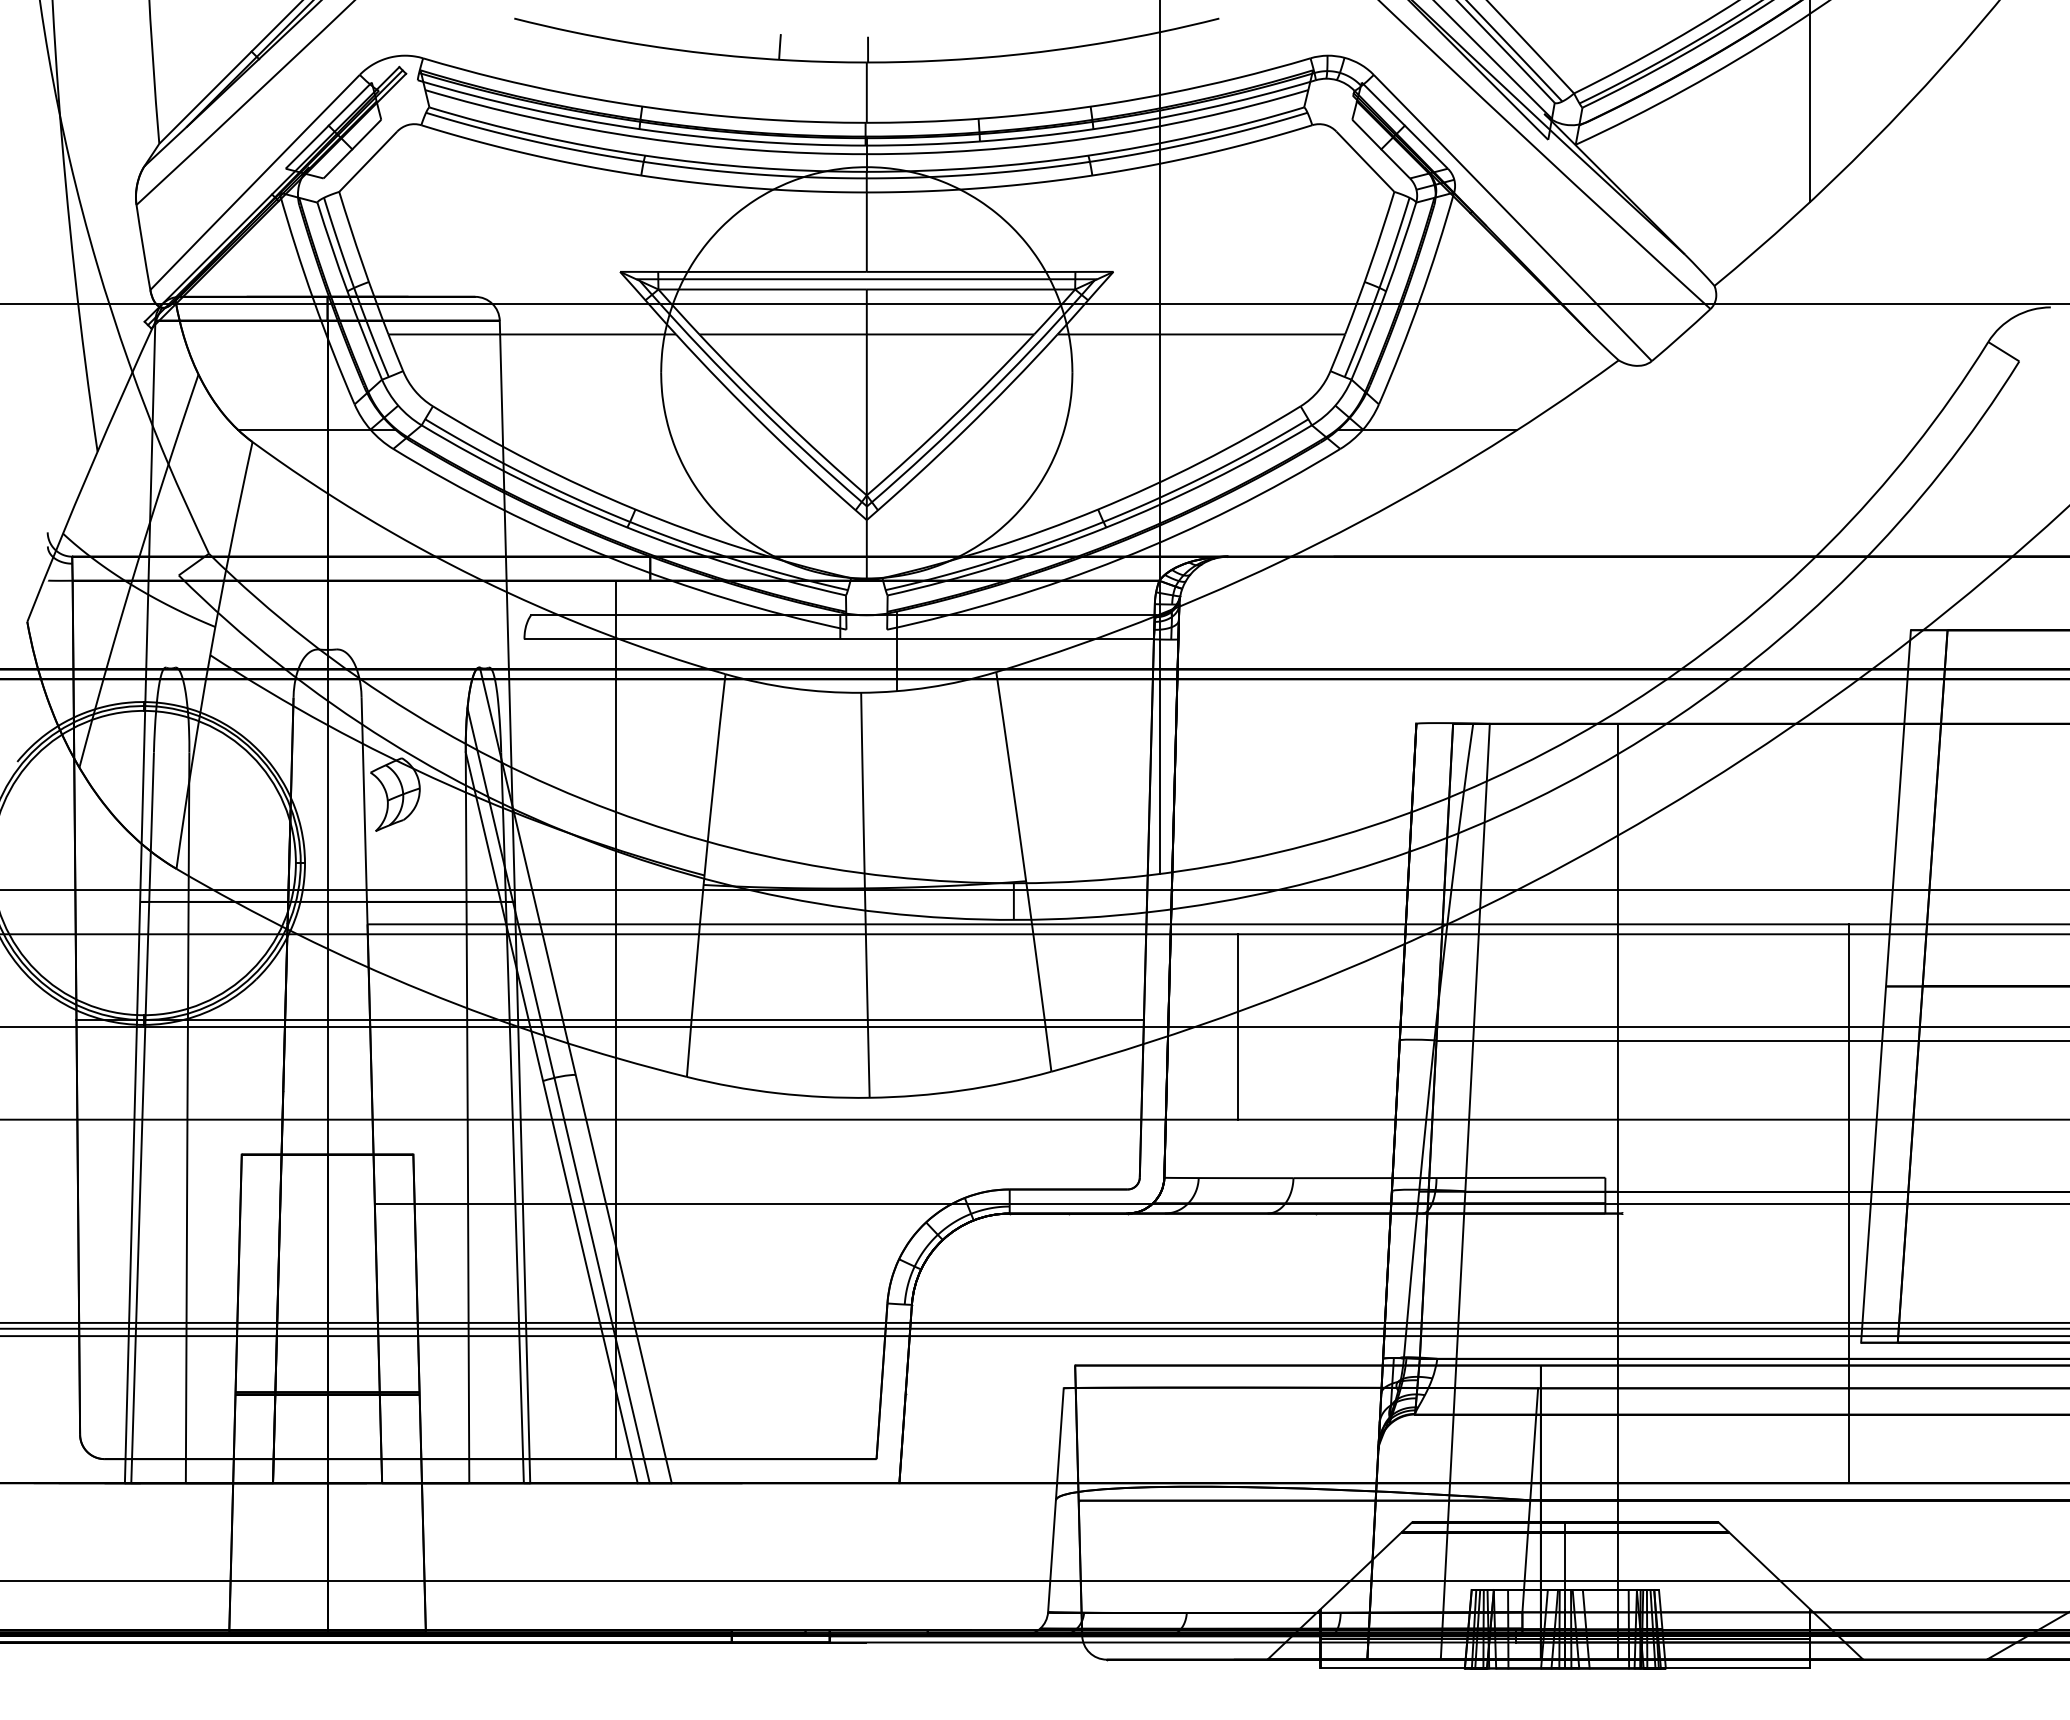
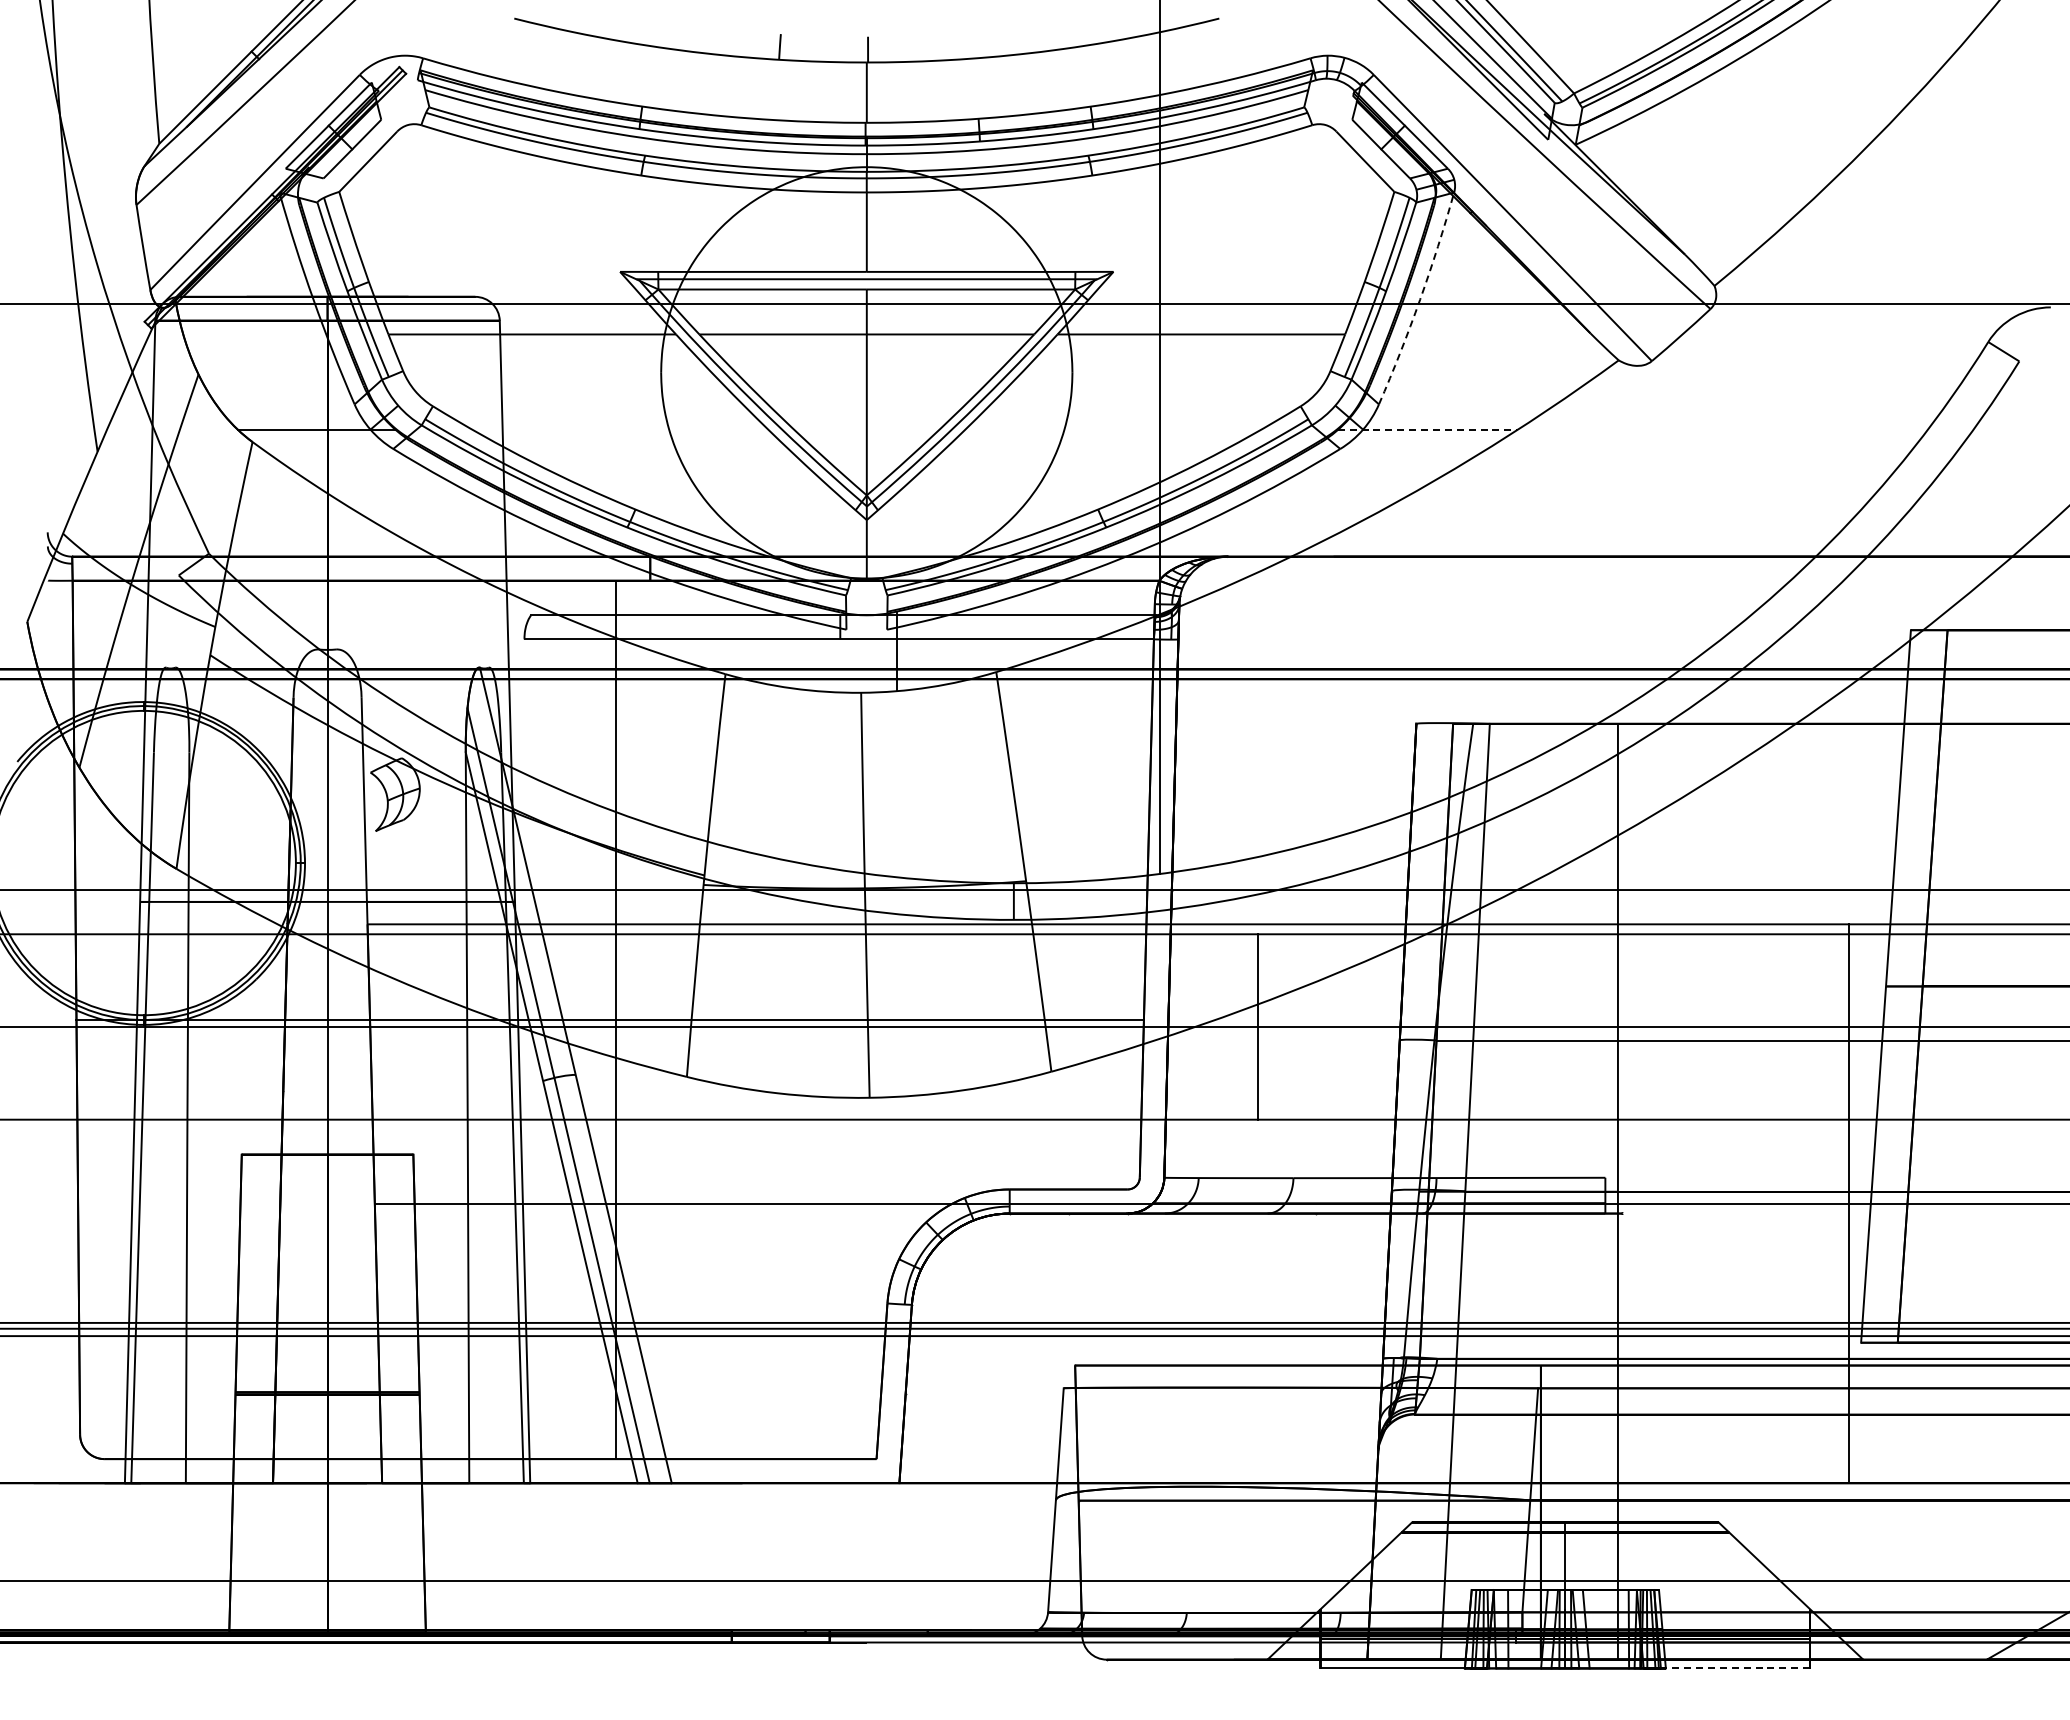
line at (1810, 101): present -> none
arc at (1420, 299): solid -> dashed
line at (1427, 430): solid -> dashed
line at (1238, 1026) position: (1238, 1026) -> (1258, 1026)
line at (1726, 1668): solid -> dashed
